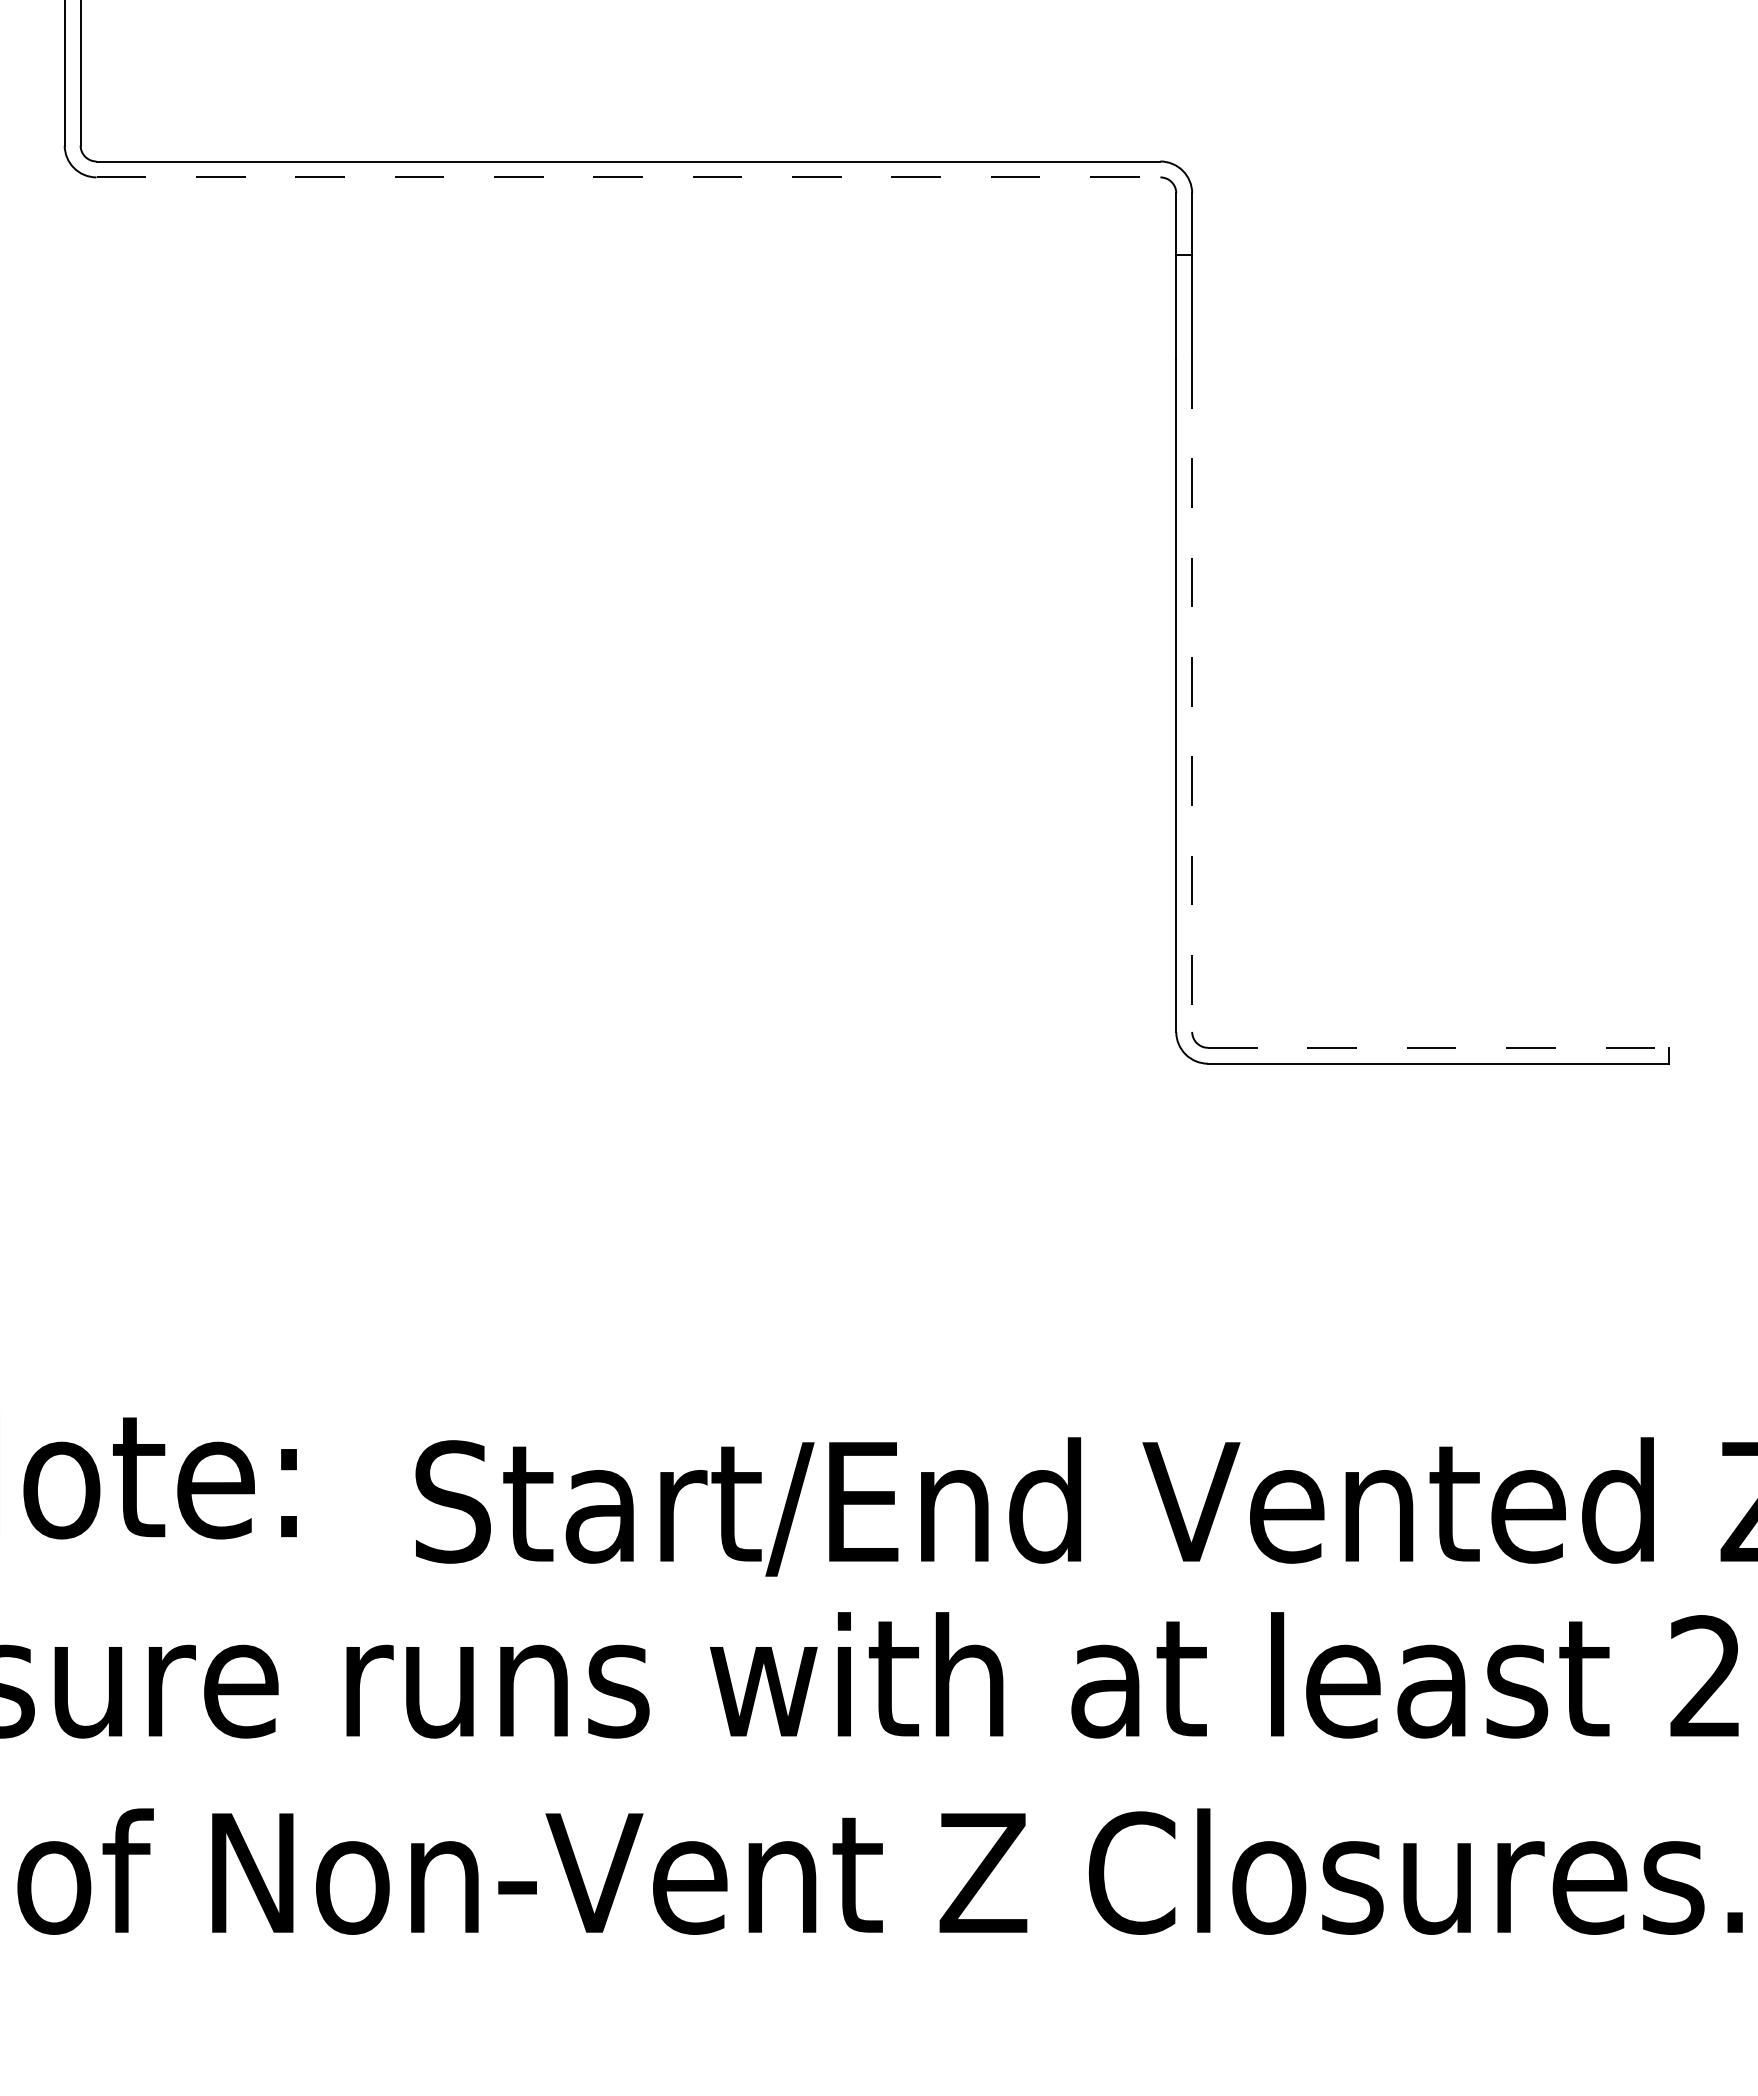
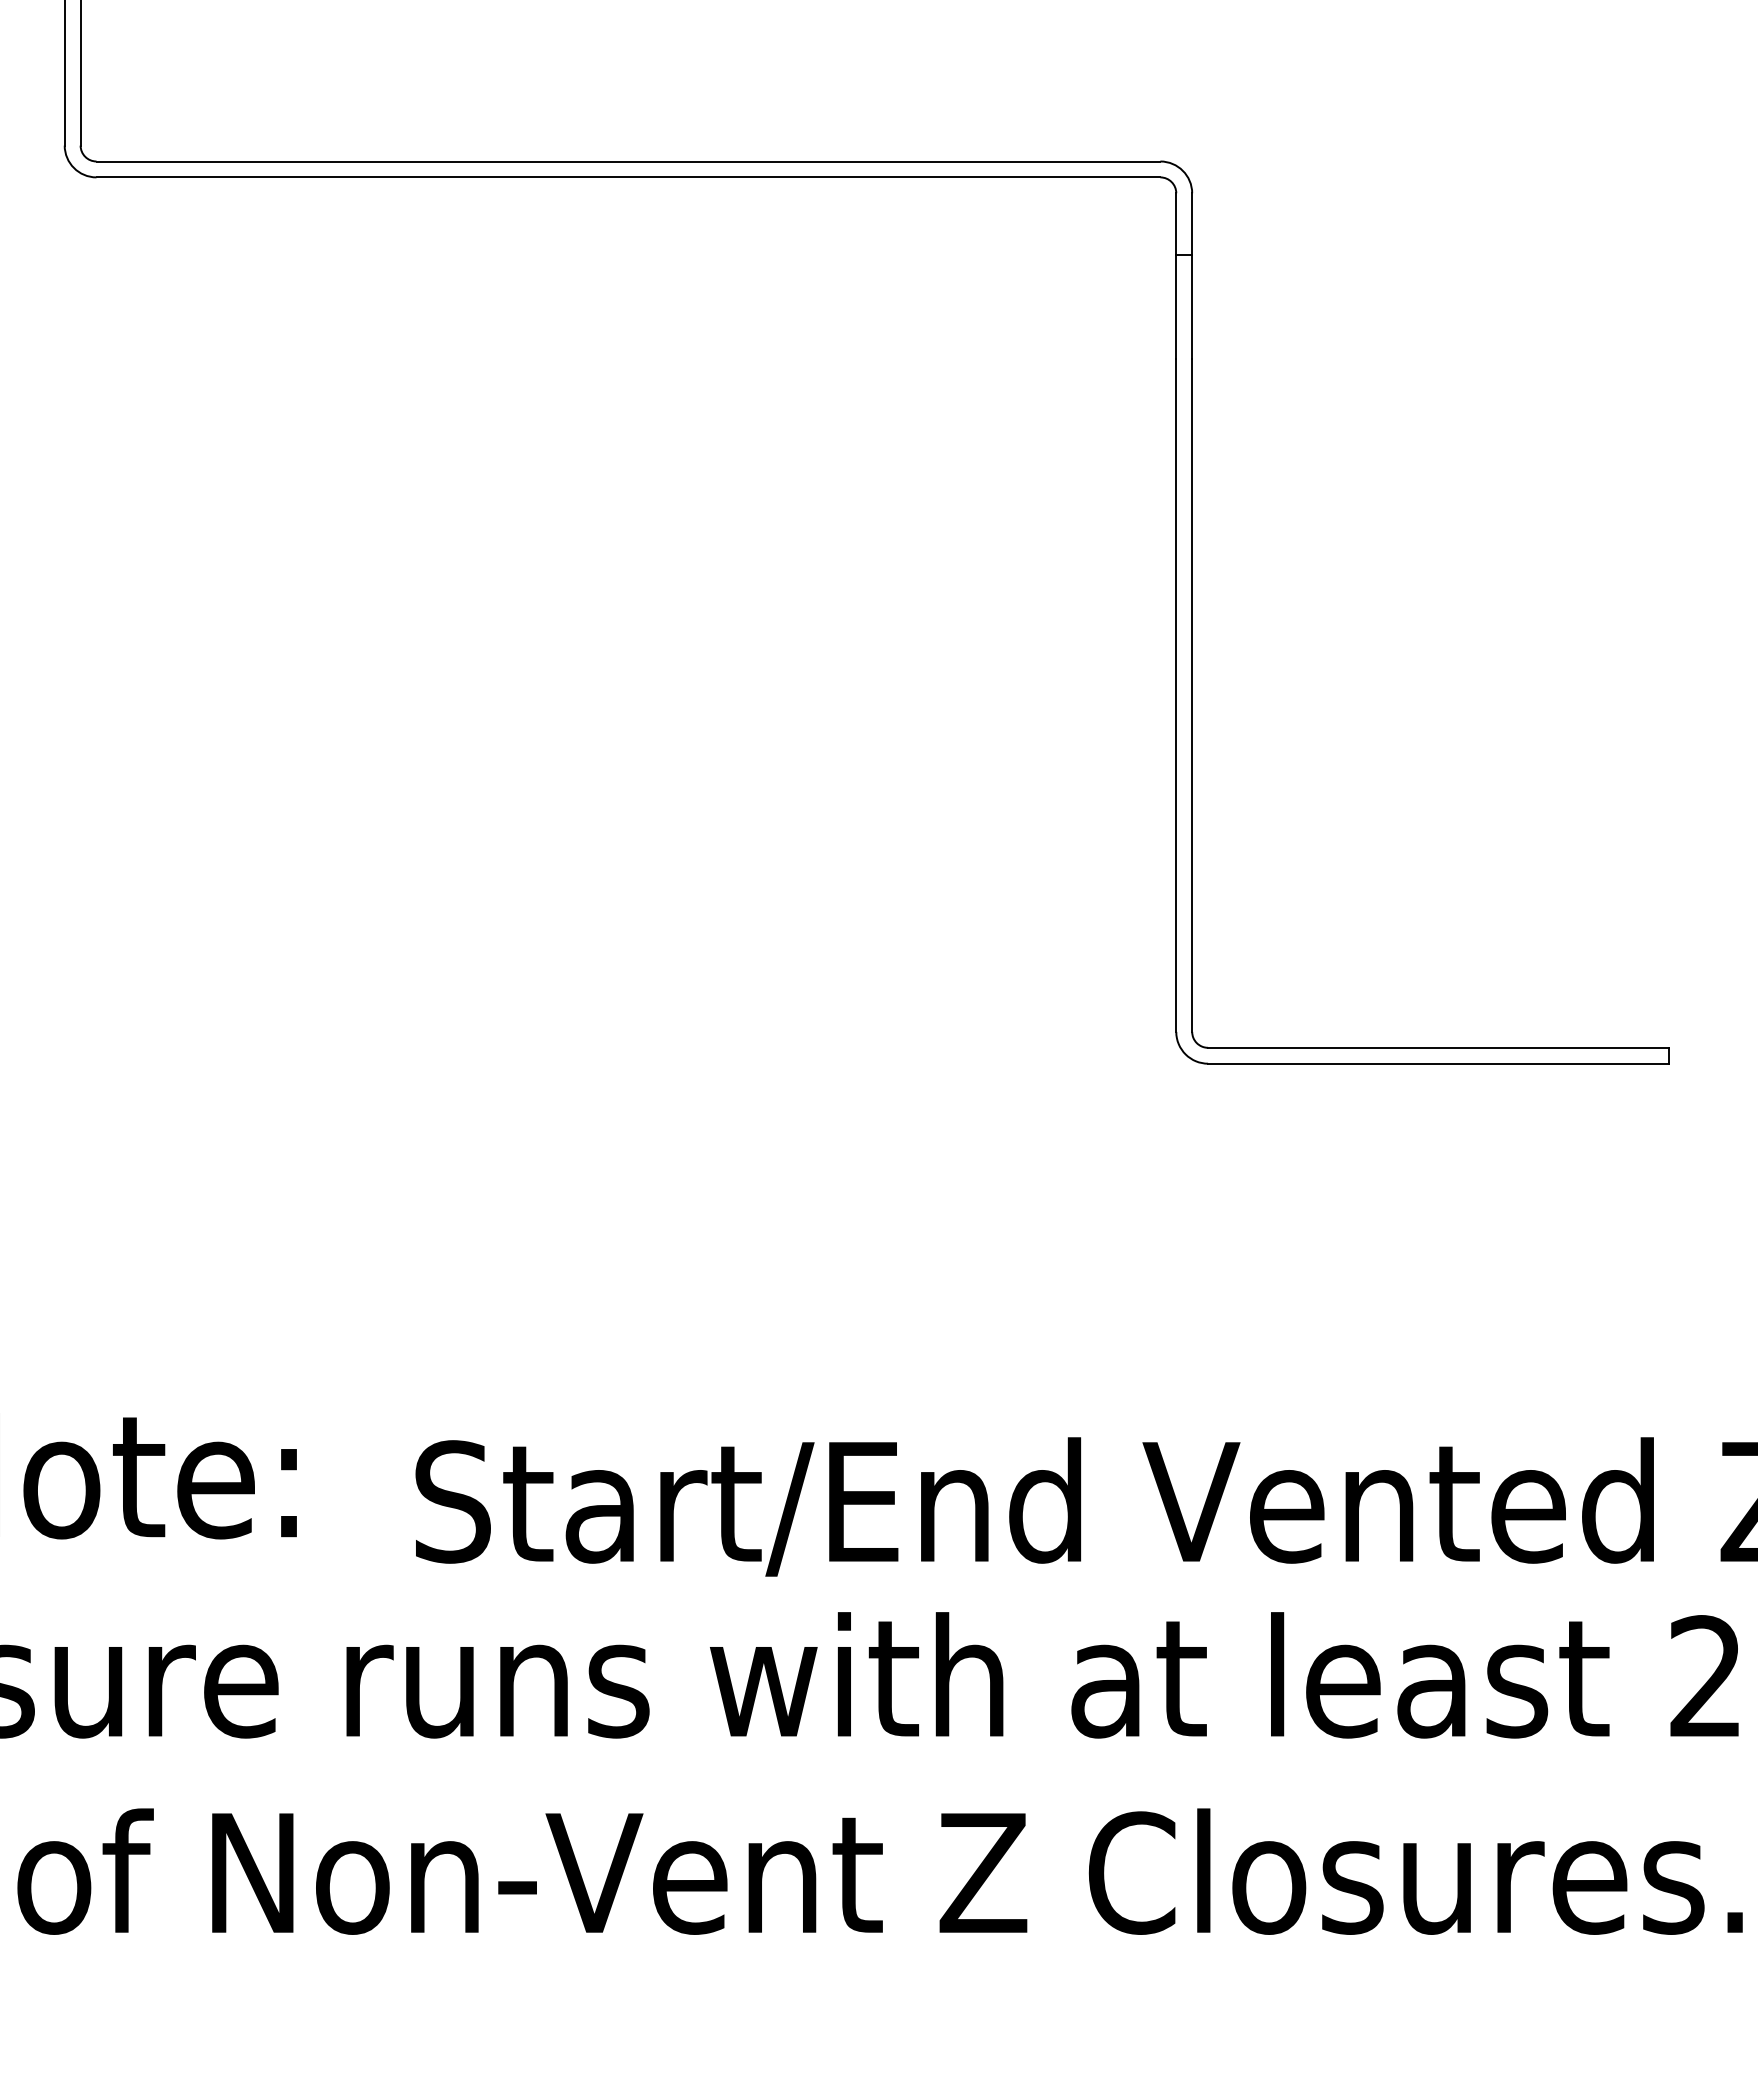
line at (628, 177): dashed -> solid
line at (1192, 695): dashed -> solid
line at (1439, 1047): dashed -> solid
